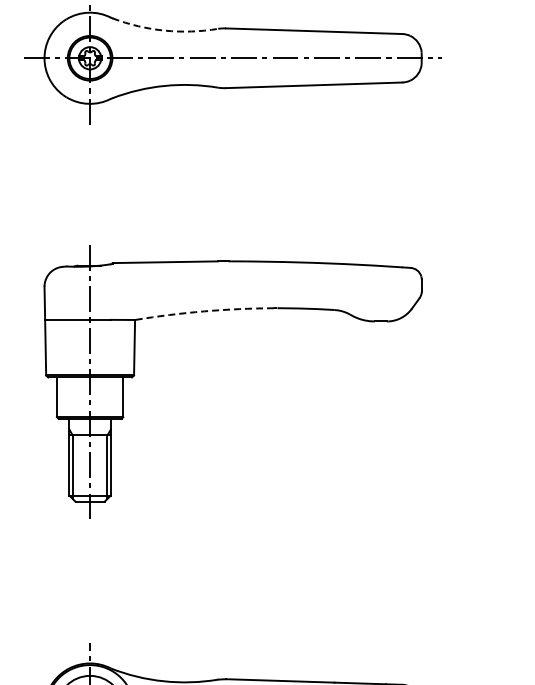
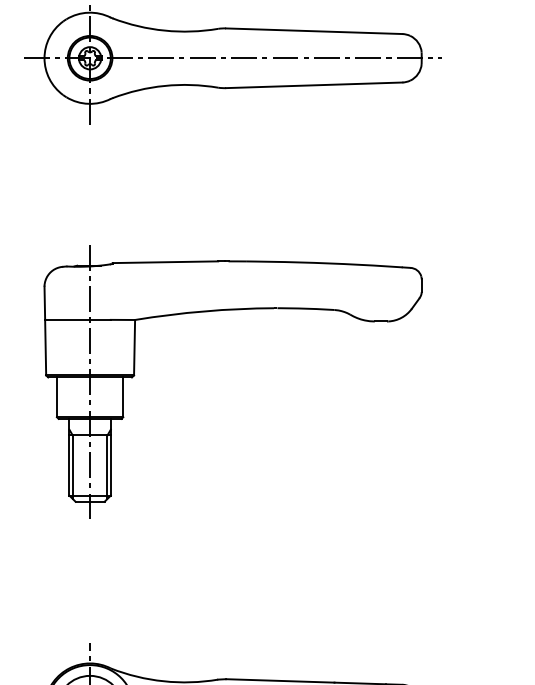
arc at (164, 30): dashed -> solid
arc at (204, 311): dashed -> solid
